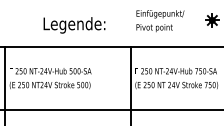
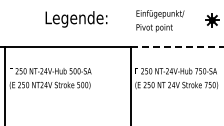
text at (74, 25) position: (74, 25) -> (76, 19)
line at (177, 47): solid -> dashed
line at (111, 110): present -> none
